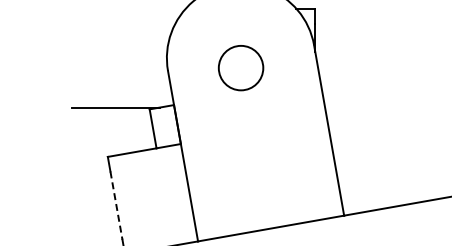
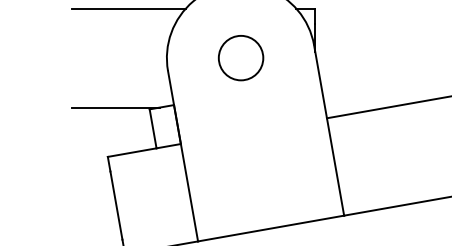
line at (128, 8): none -> present
circle at (240, 68) position: (240, 68) -> (240, 58)
line at (387, 107): none -> present
line at (116, 205): dashed -> solid
